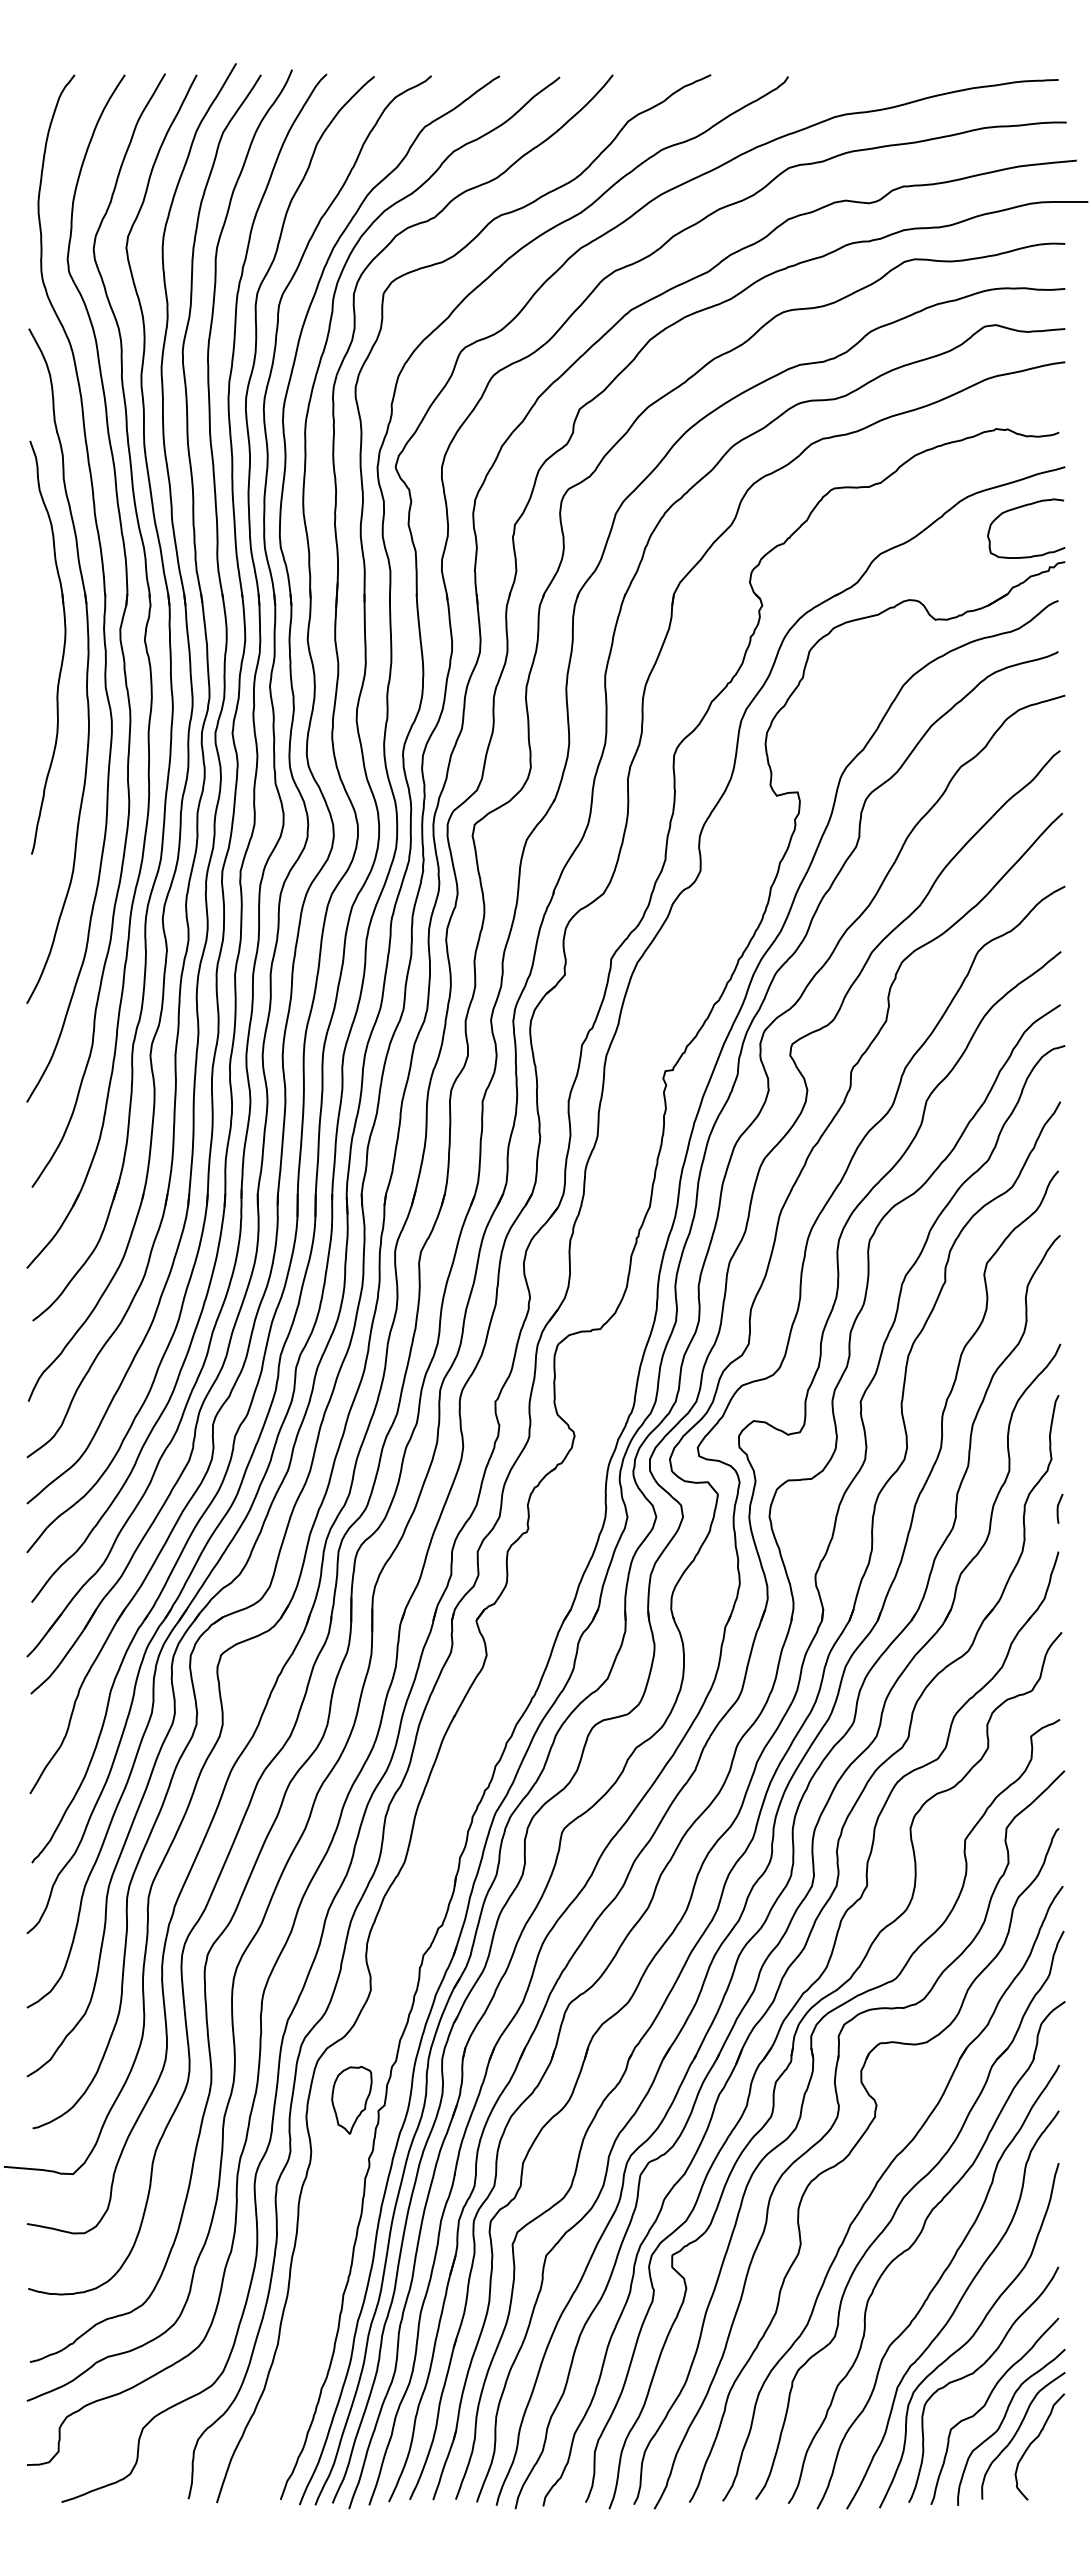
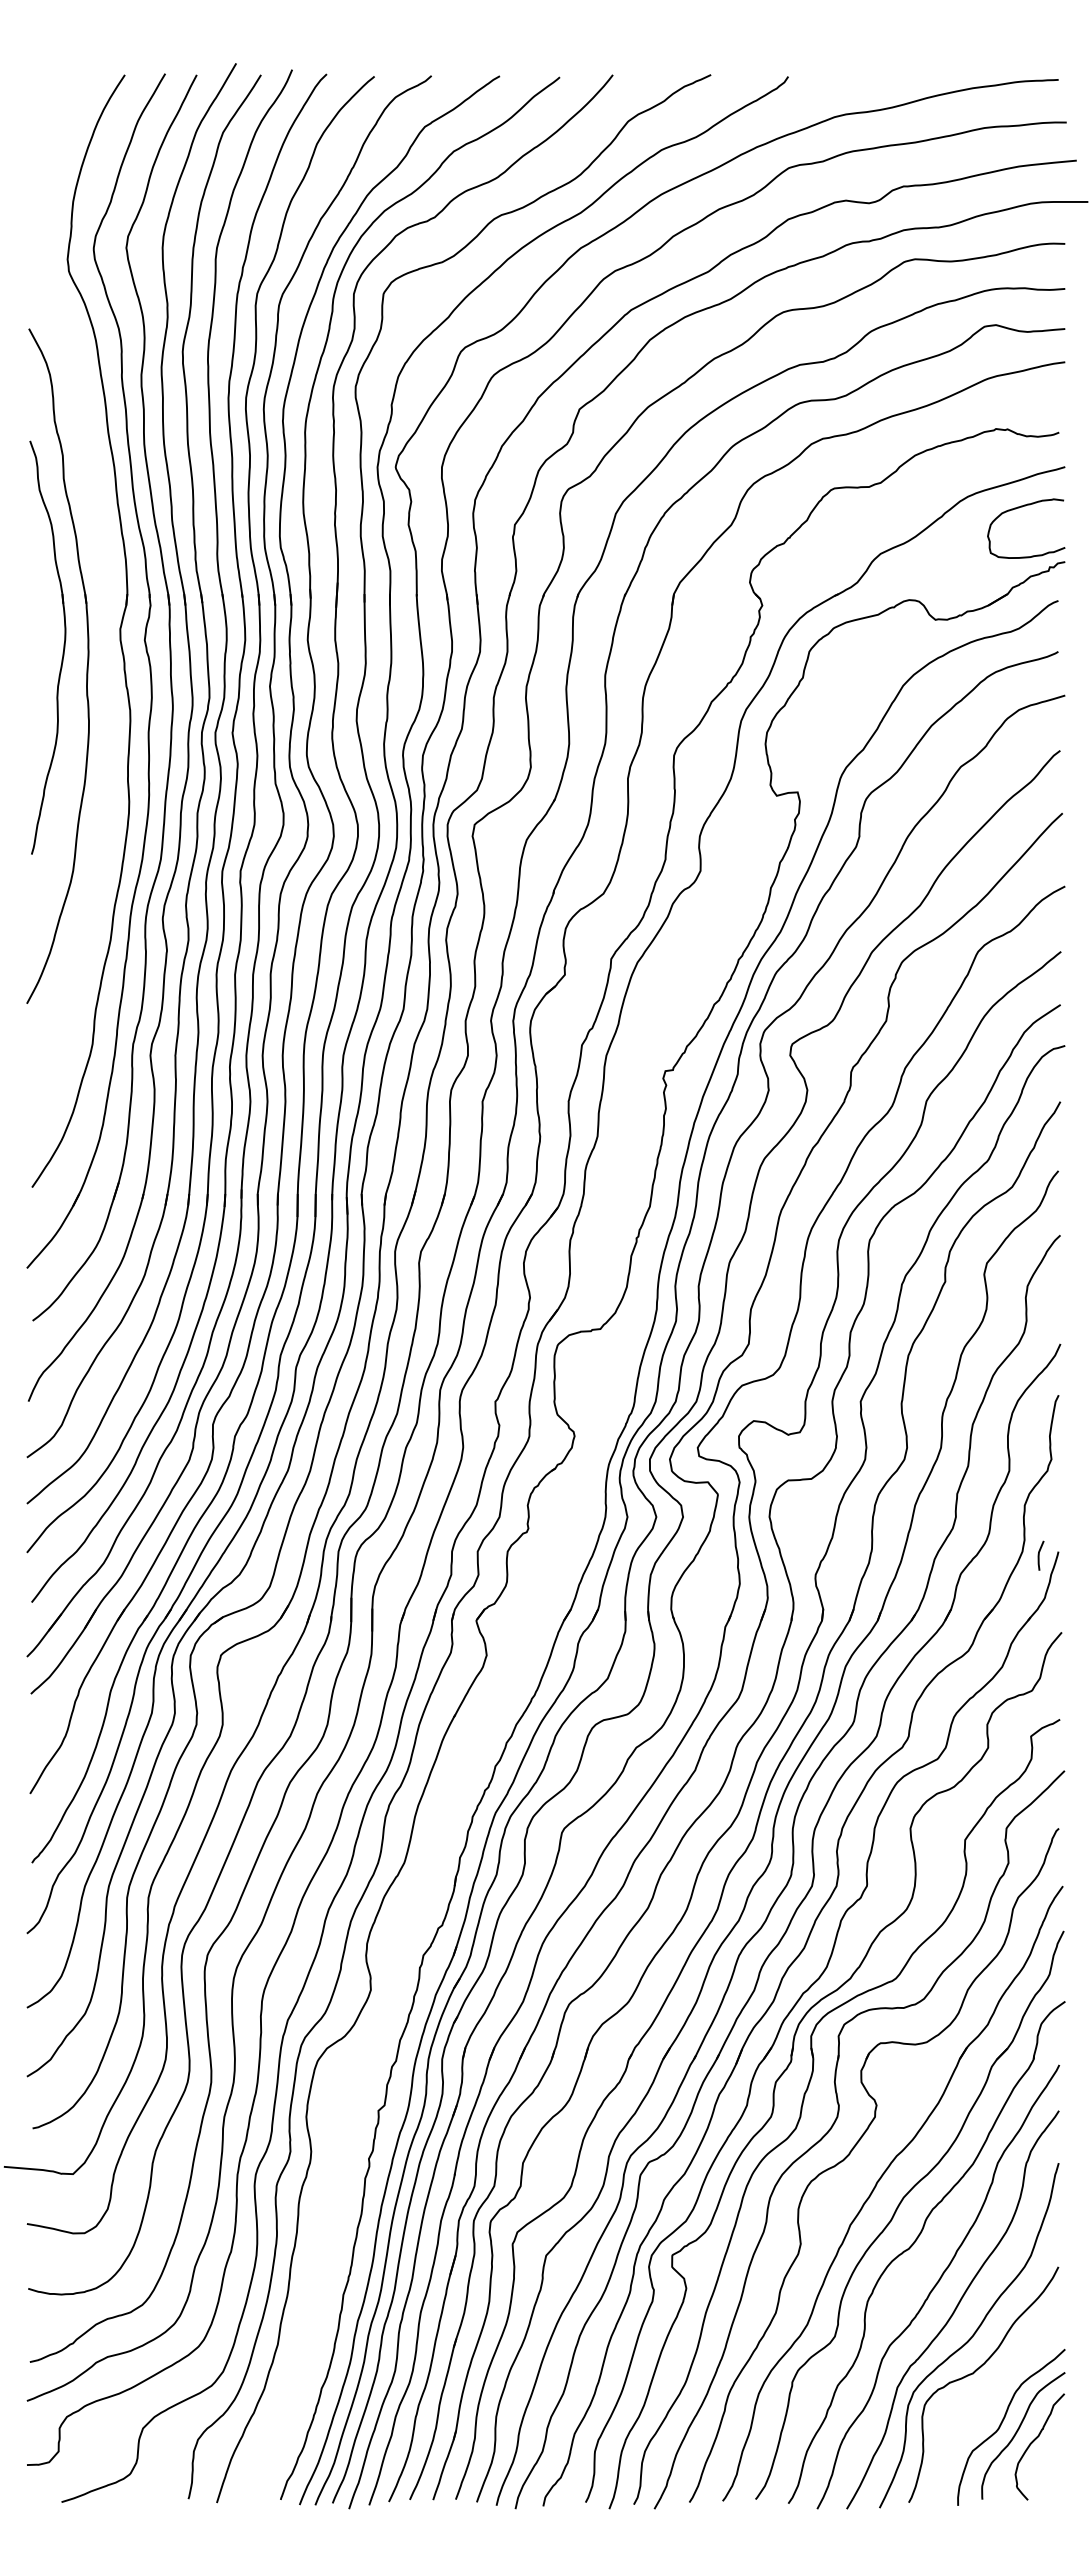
part at (103, 588): present -> none
line at (1058, 1508) position: (1058, 1508) -> (1039, 1555)
part at (351, 2099): present -> none
curve at (985, 2406): present -> none
